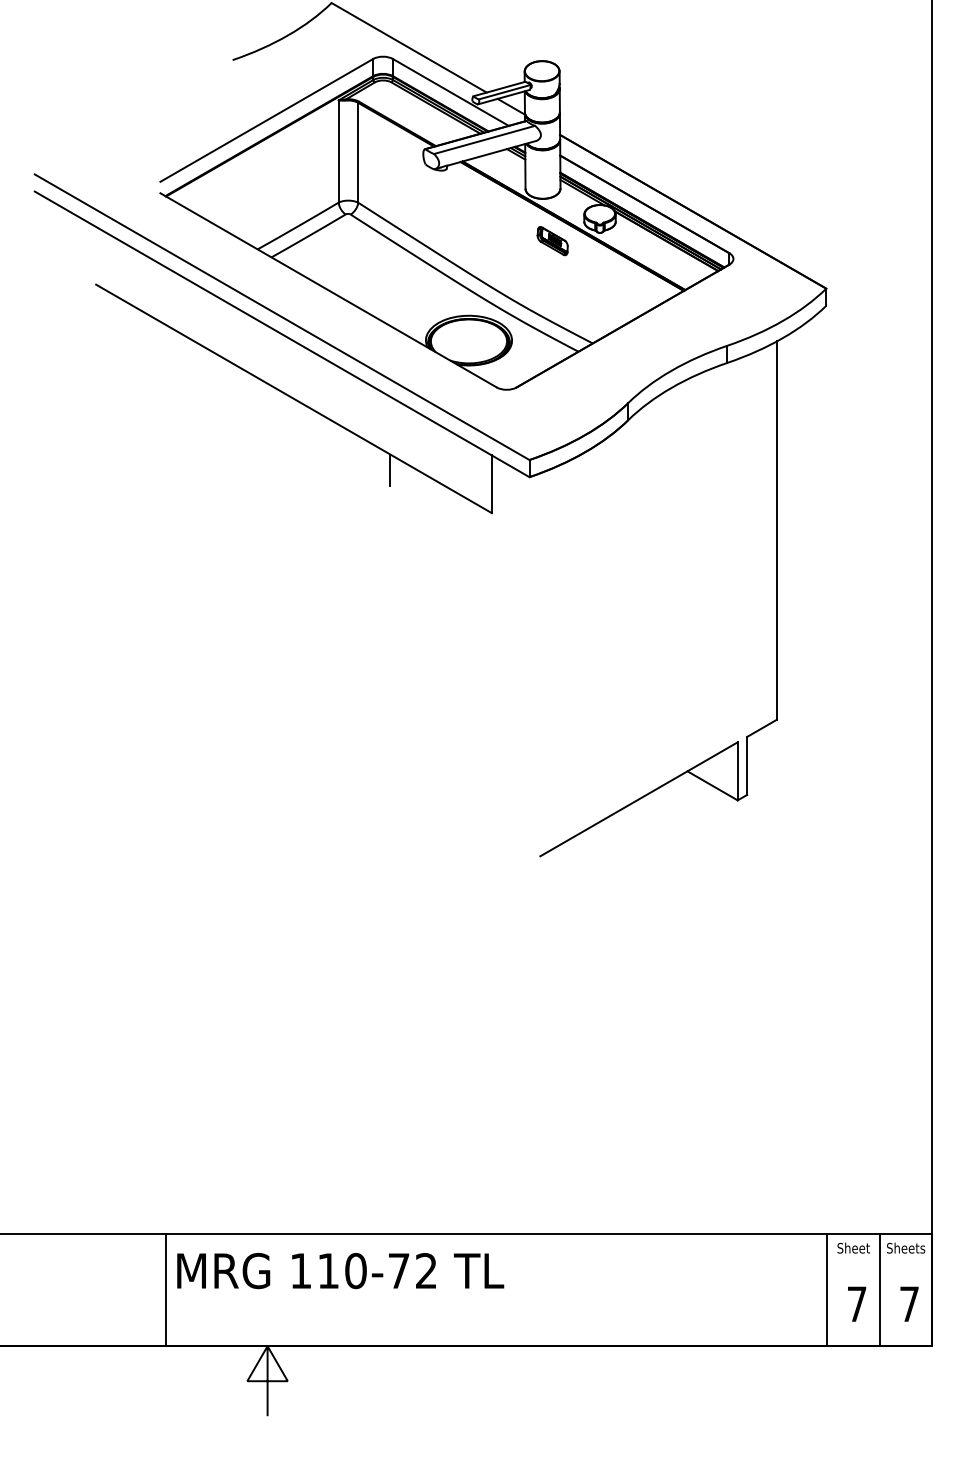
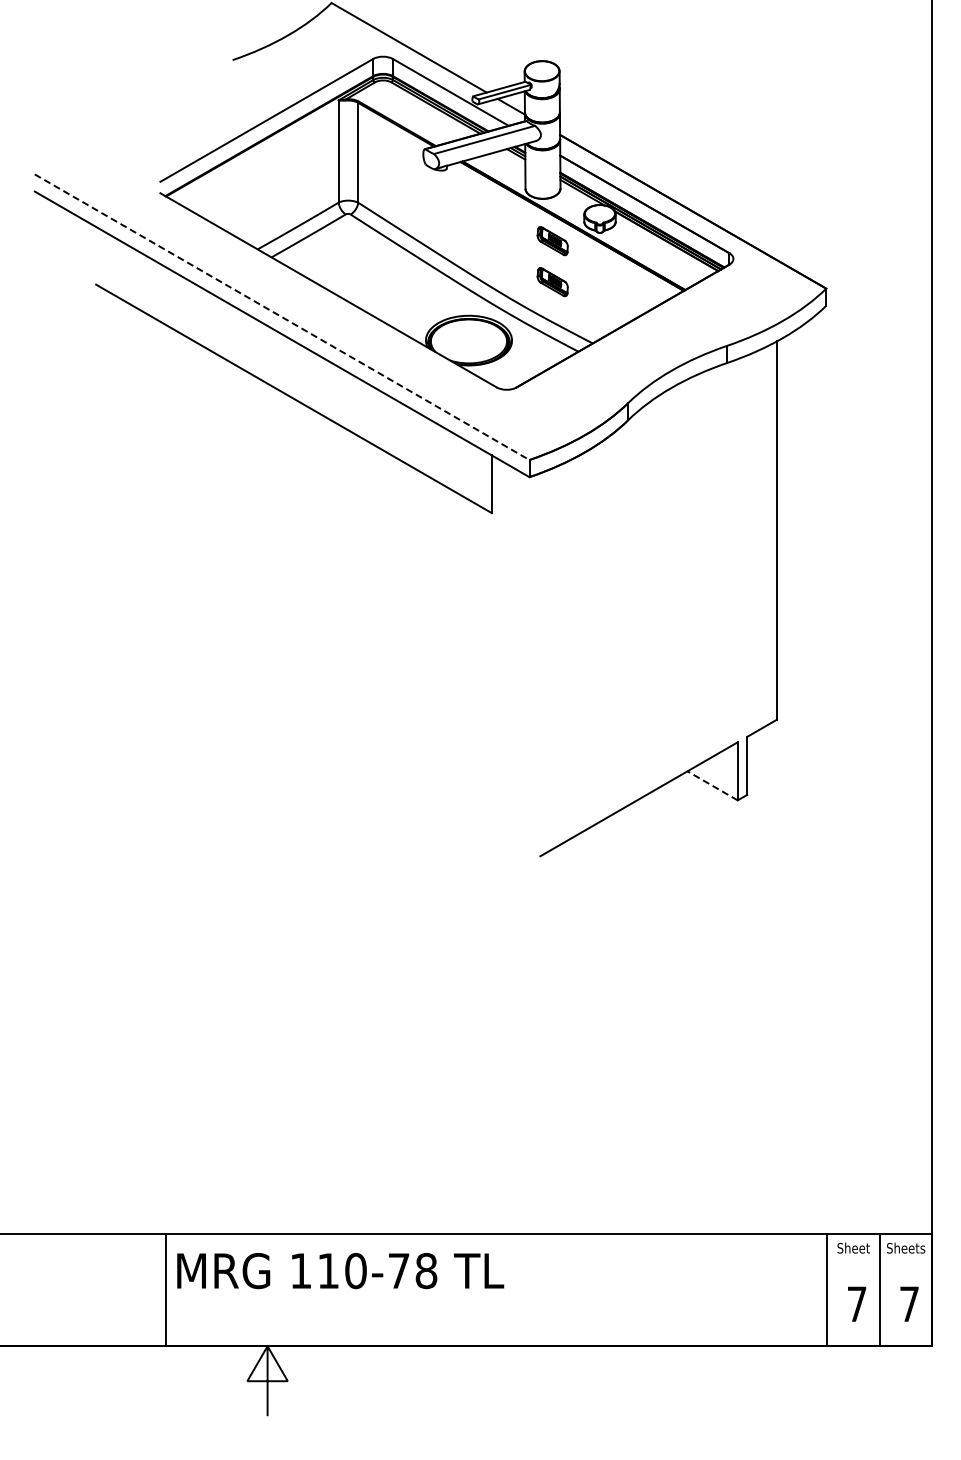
part at (552, 282): none -> present
line at (282, 317): solid -> dashed
line at (390, 469): present -> none
line at (712, 785): solid -> dashed
text at (426, 1271): 110-72 -> 110-78
